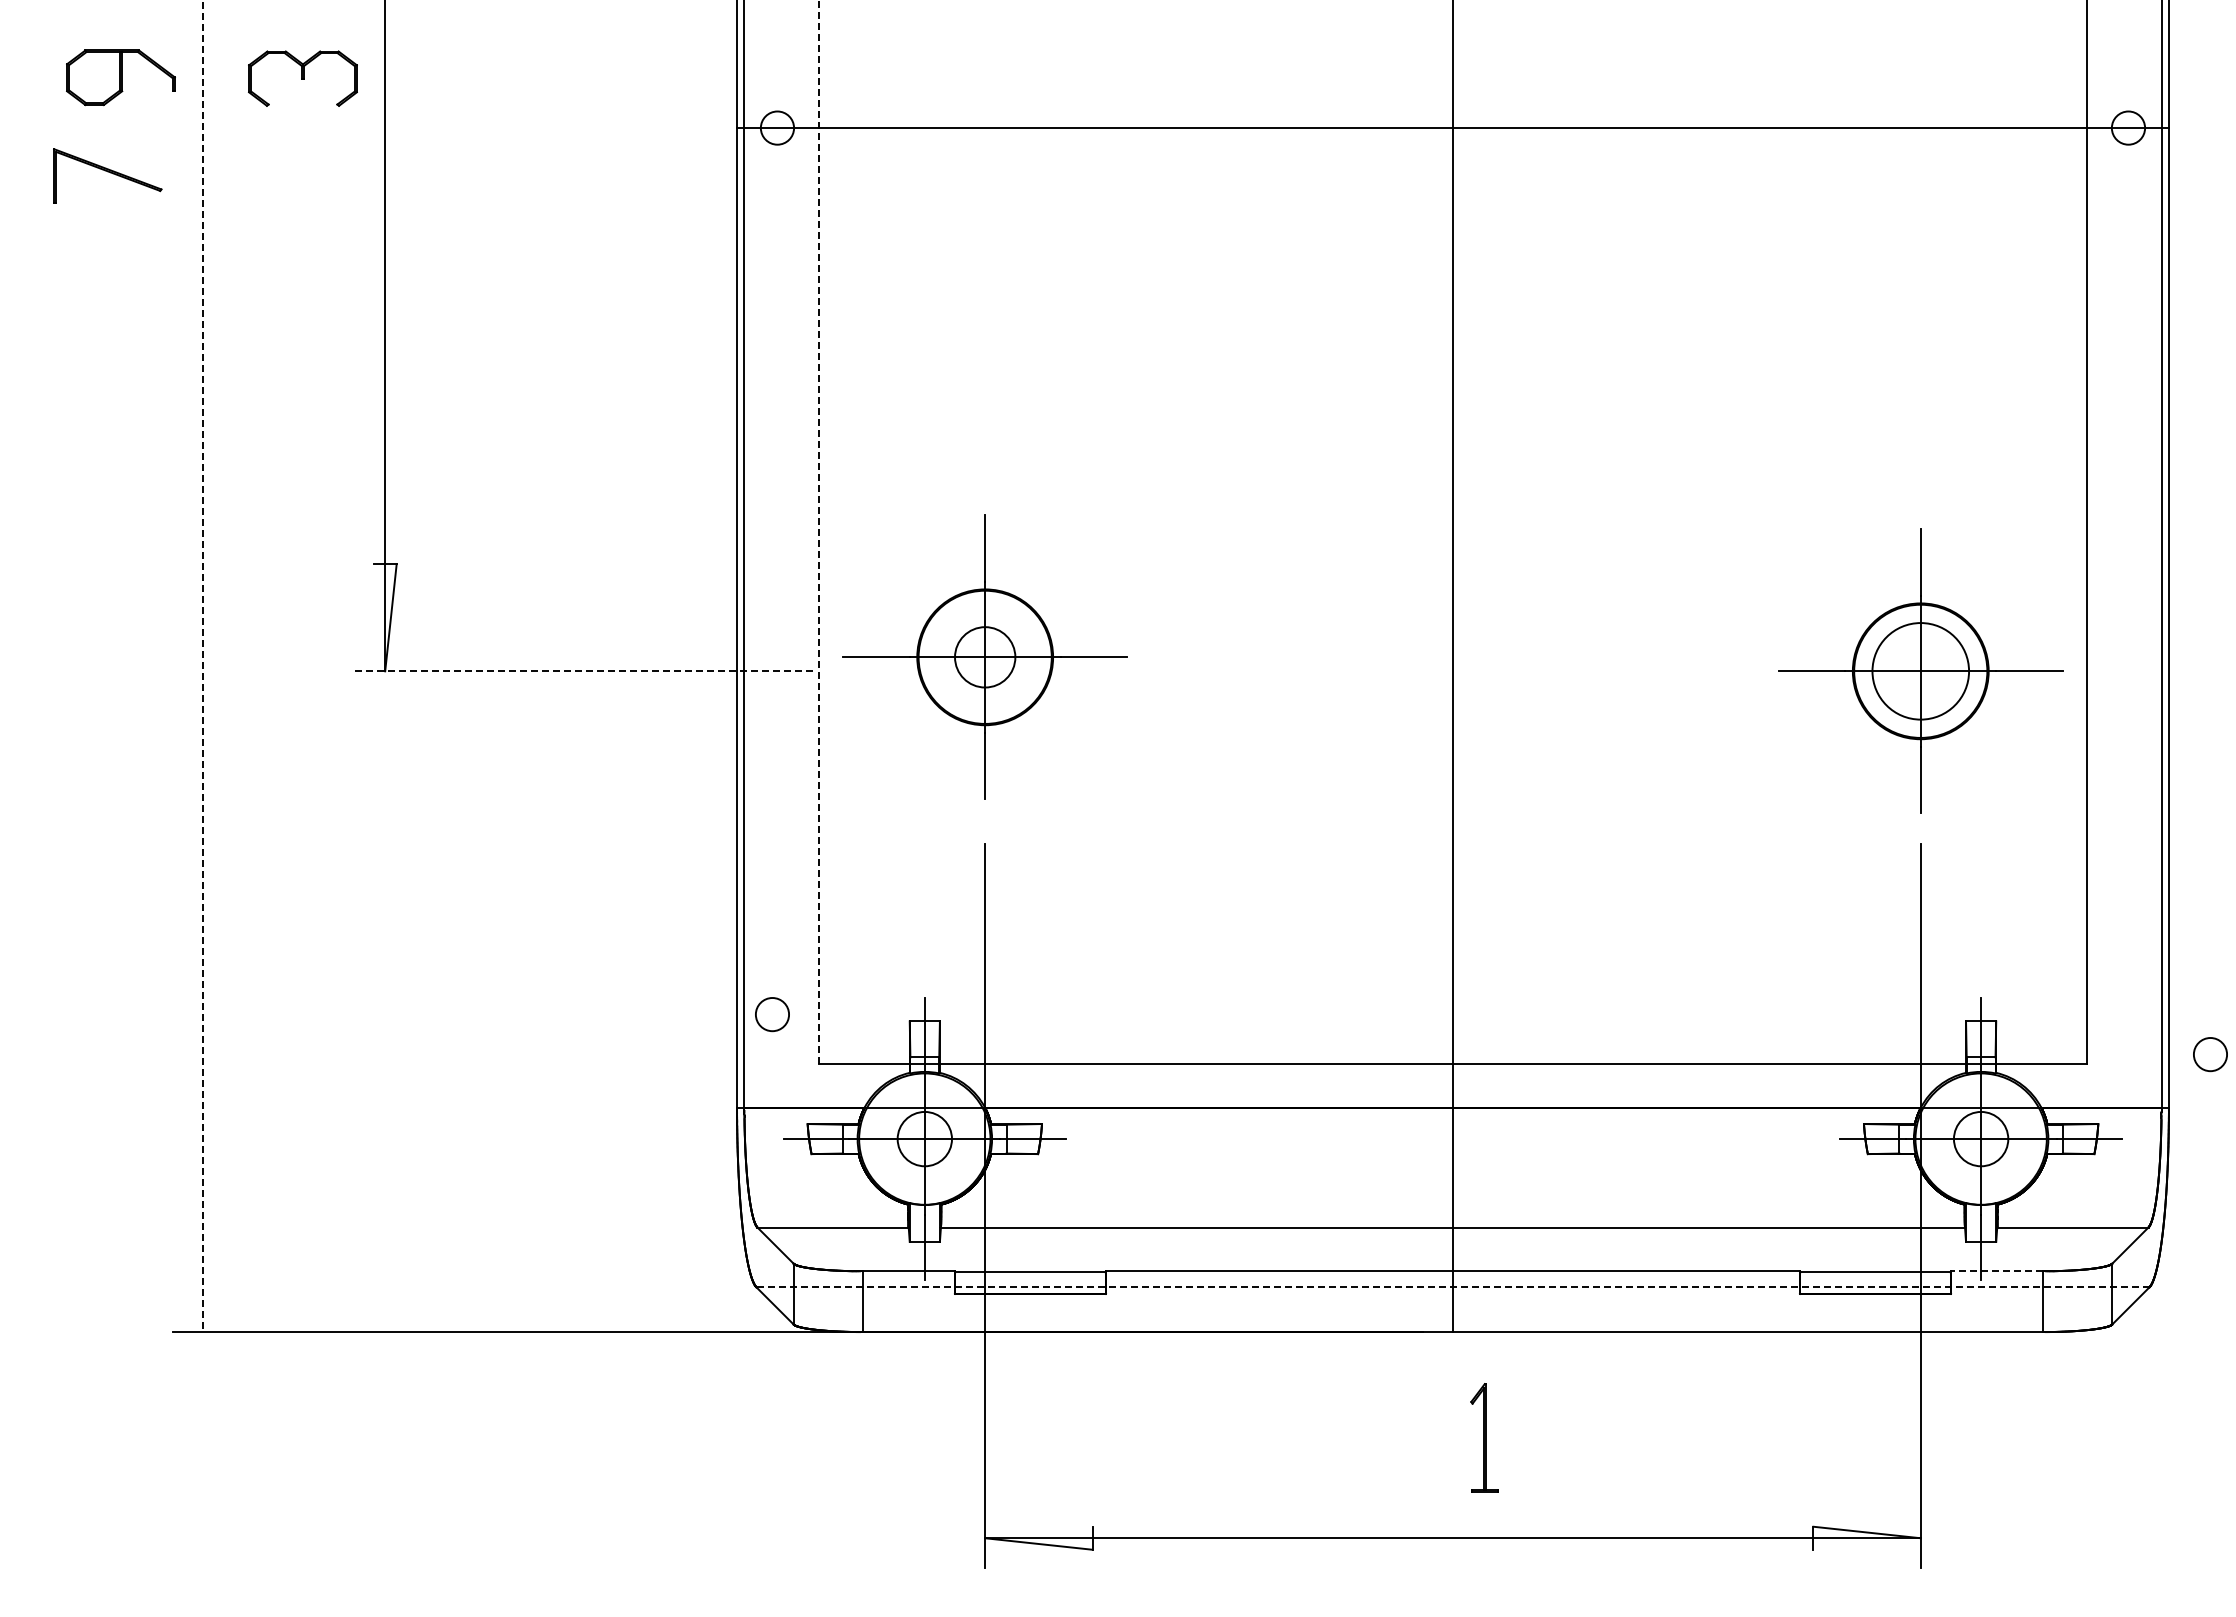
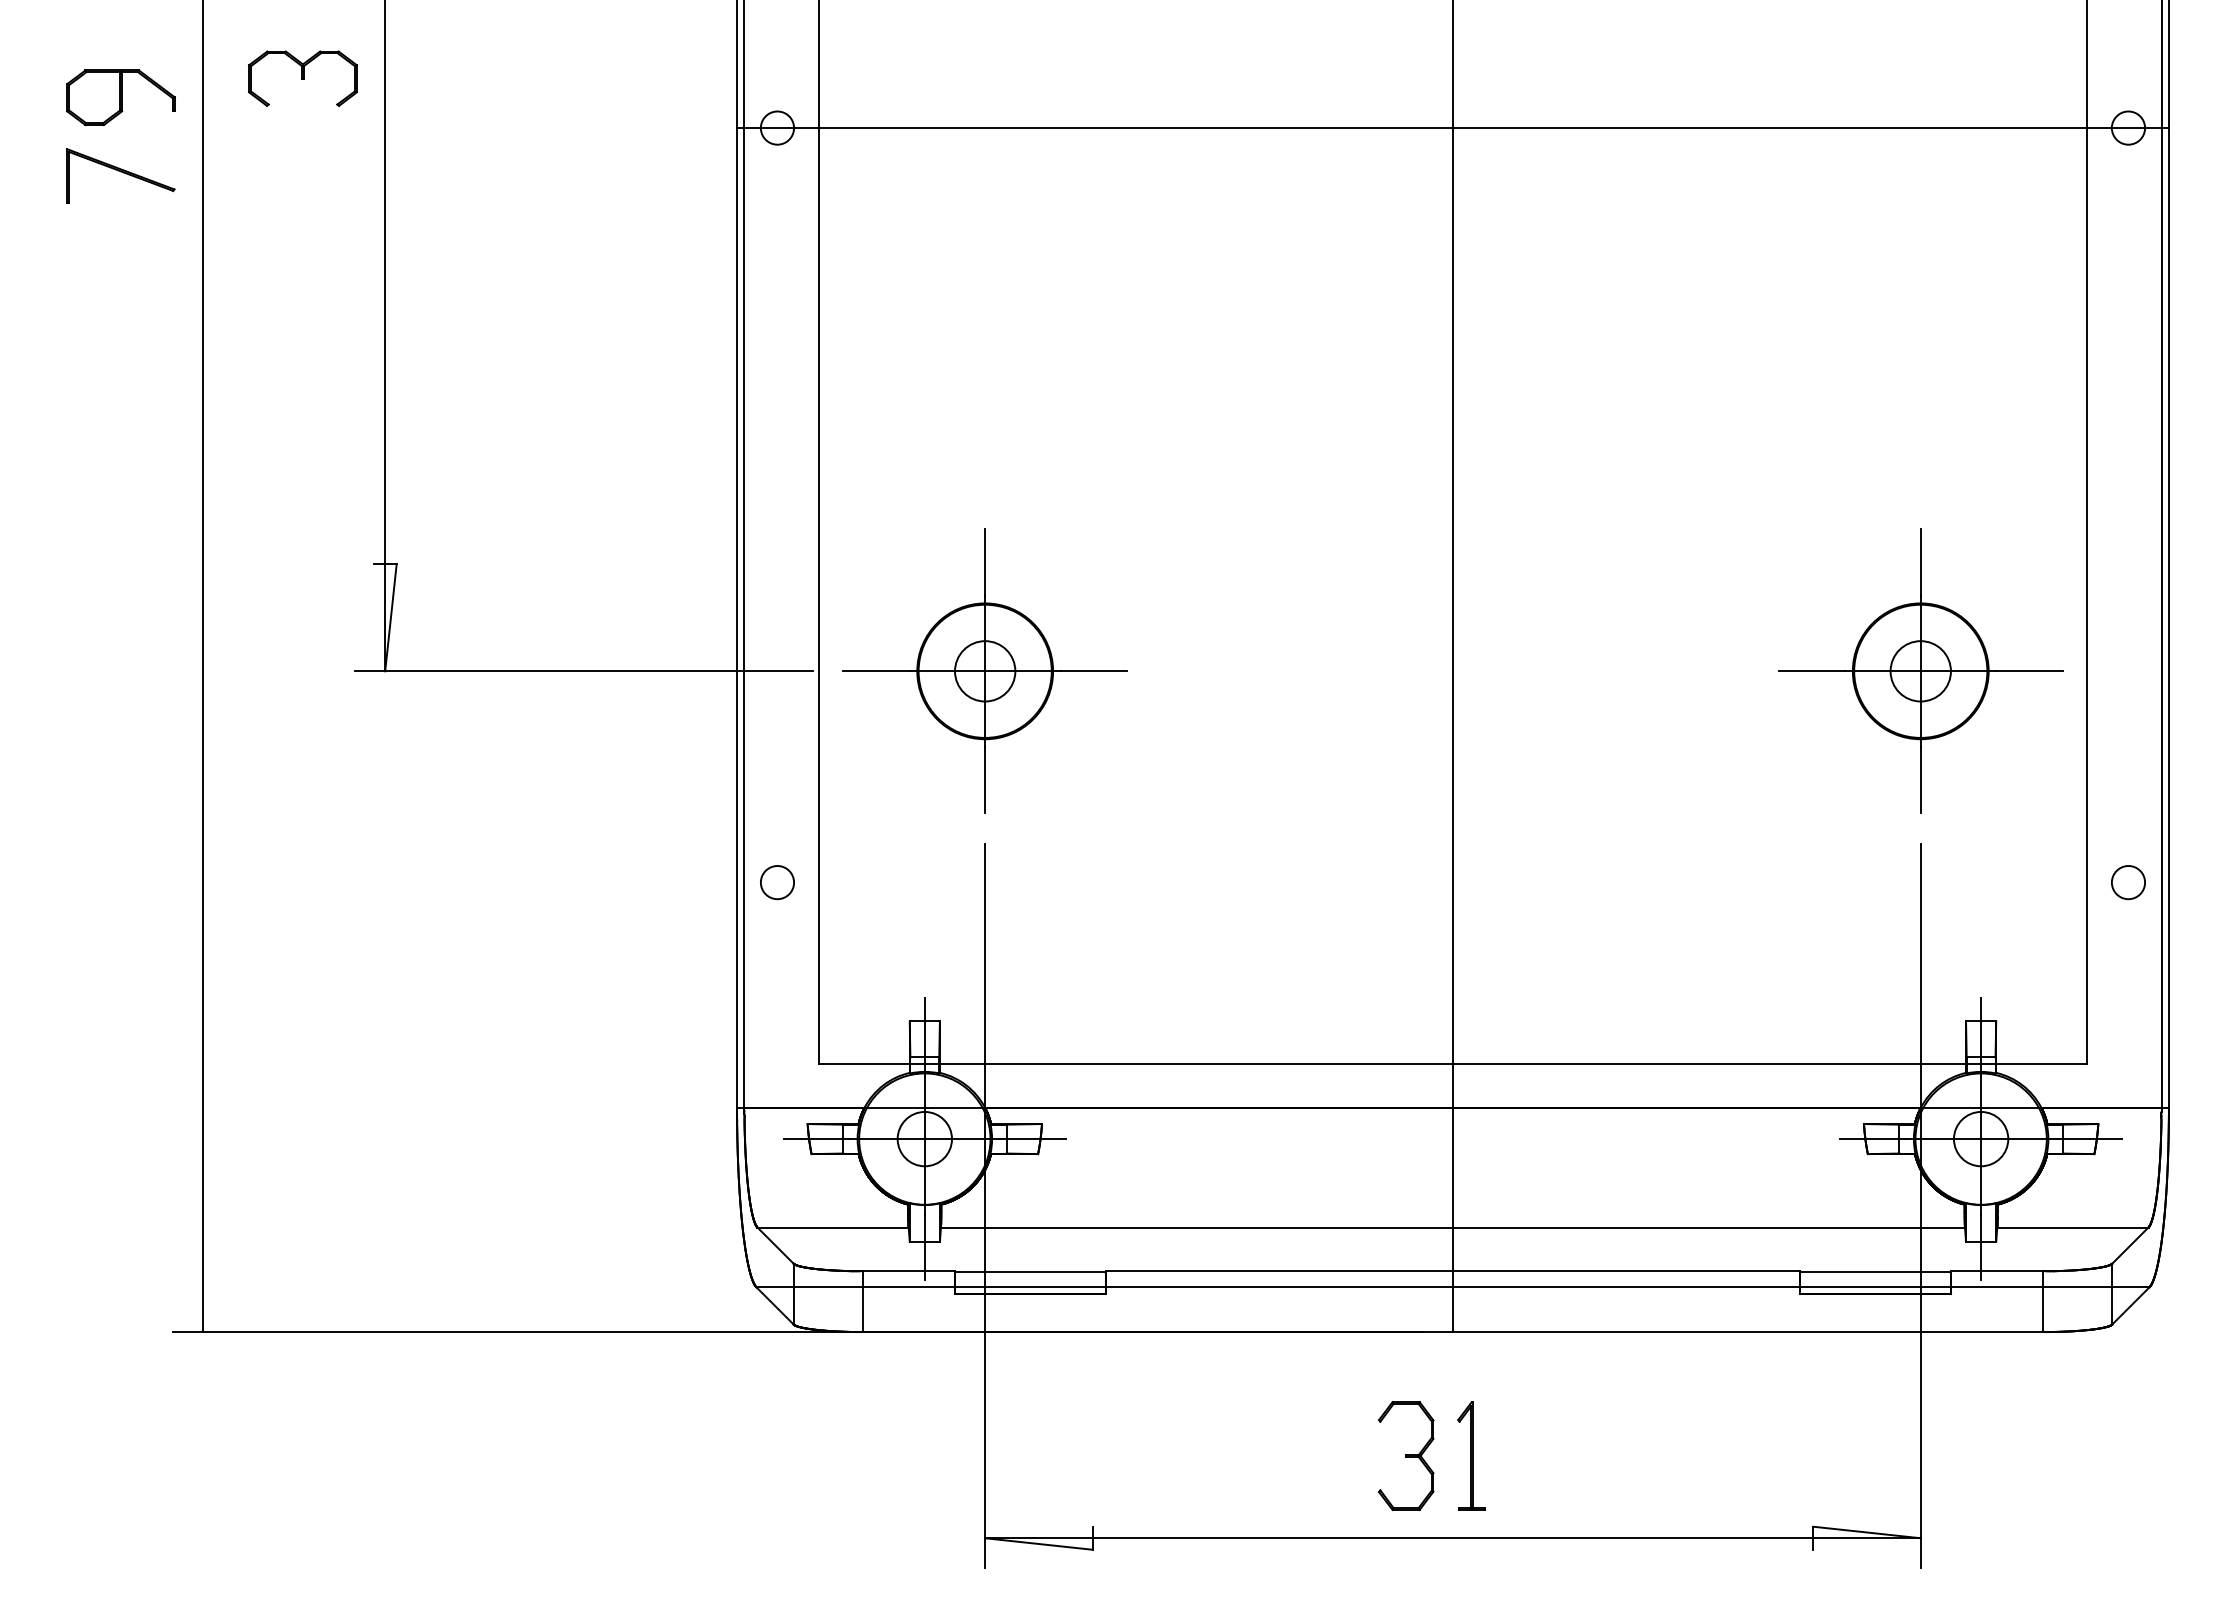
part at (120, 77) position: (120, 77) -> (120, 97)
part at (107, 175) position: (107, 175) -> (120, 175)
line at (819, 531): dashed -> solid
part at (984, 656) position: (984, 656) -> (984, 670)
line at (203, 666): dashed -> solid
line at (584, 671): dashed -> solid
circle at (1920, 671) diameter: 97 px -> 60 px
circle at (772, 1014) position: (772, 1014) -> (777, 882)
circle at (2210, 1054) position: (2210, 1054) -> (2128, 882)
line at (1996, 1271): dashed -> solid
line at (1453, 1287): dashed -> solid
part at (1484, 1437) position: (1484, 1437) -> (1471, 1455)
part at (1406, 1455): none -> present
